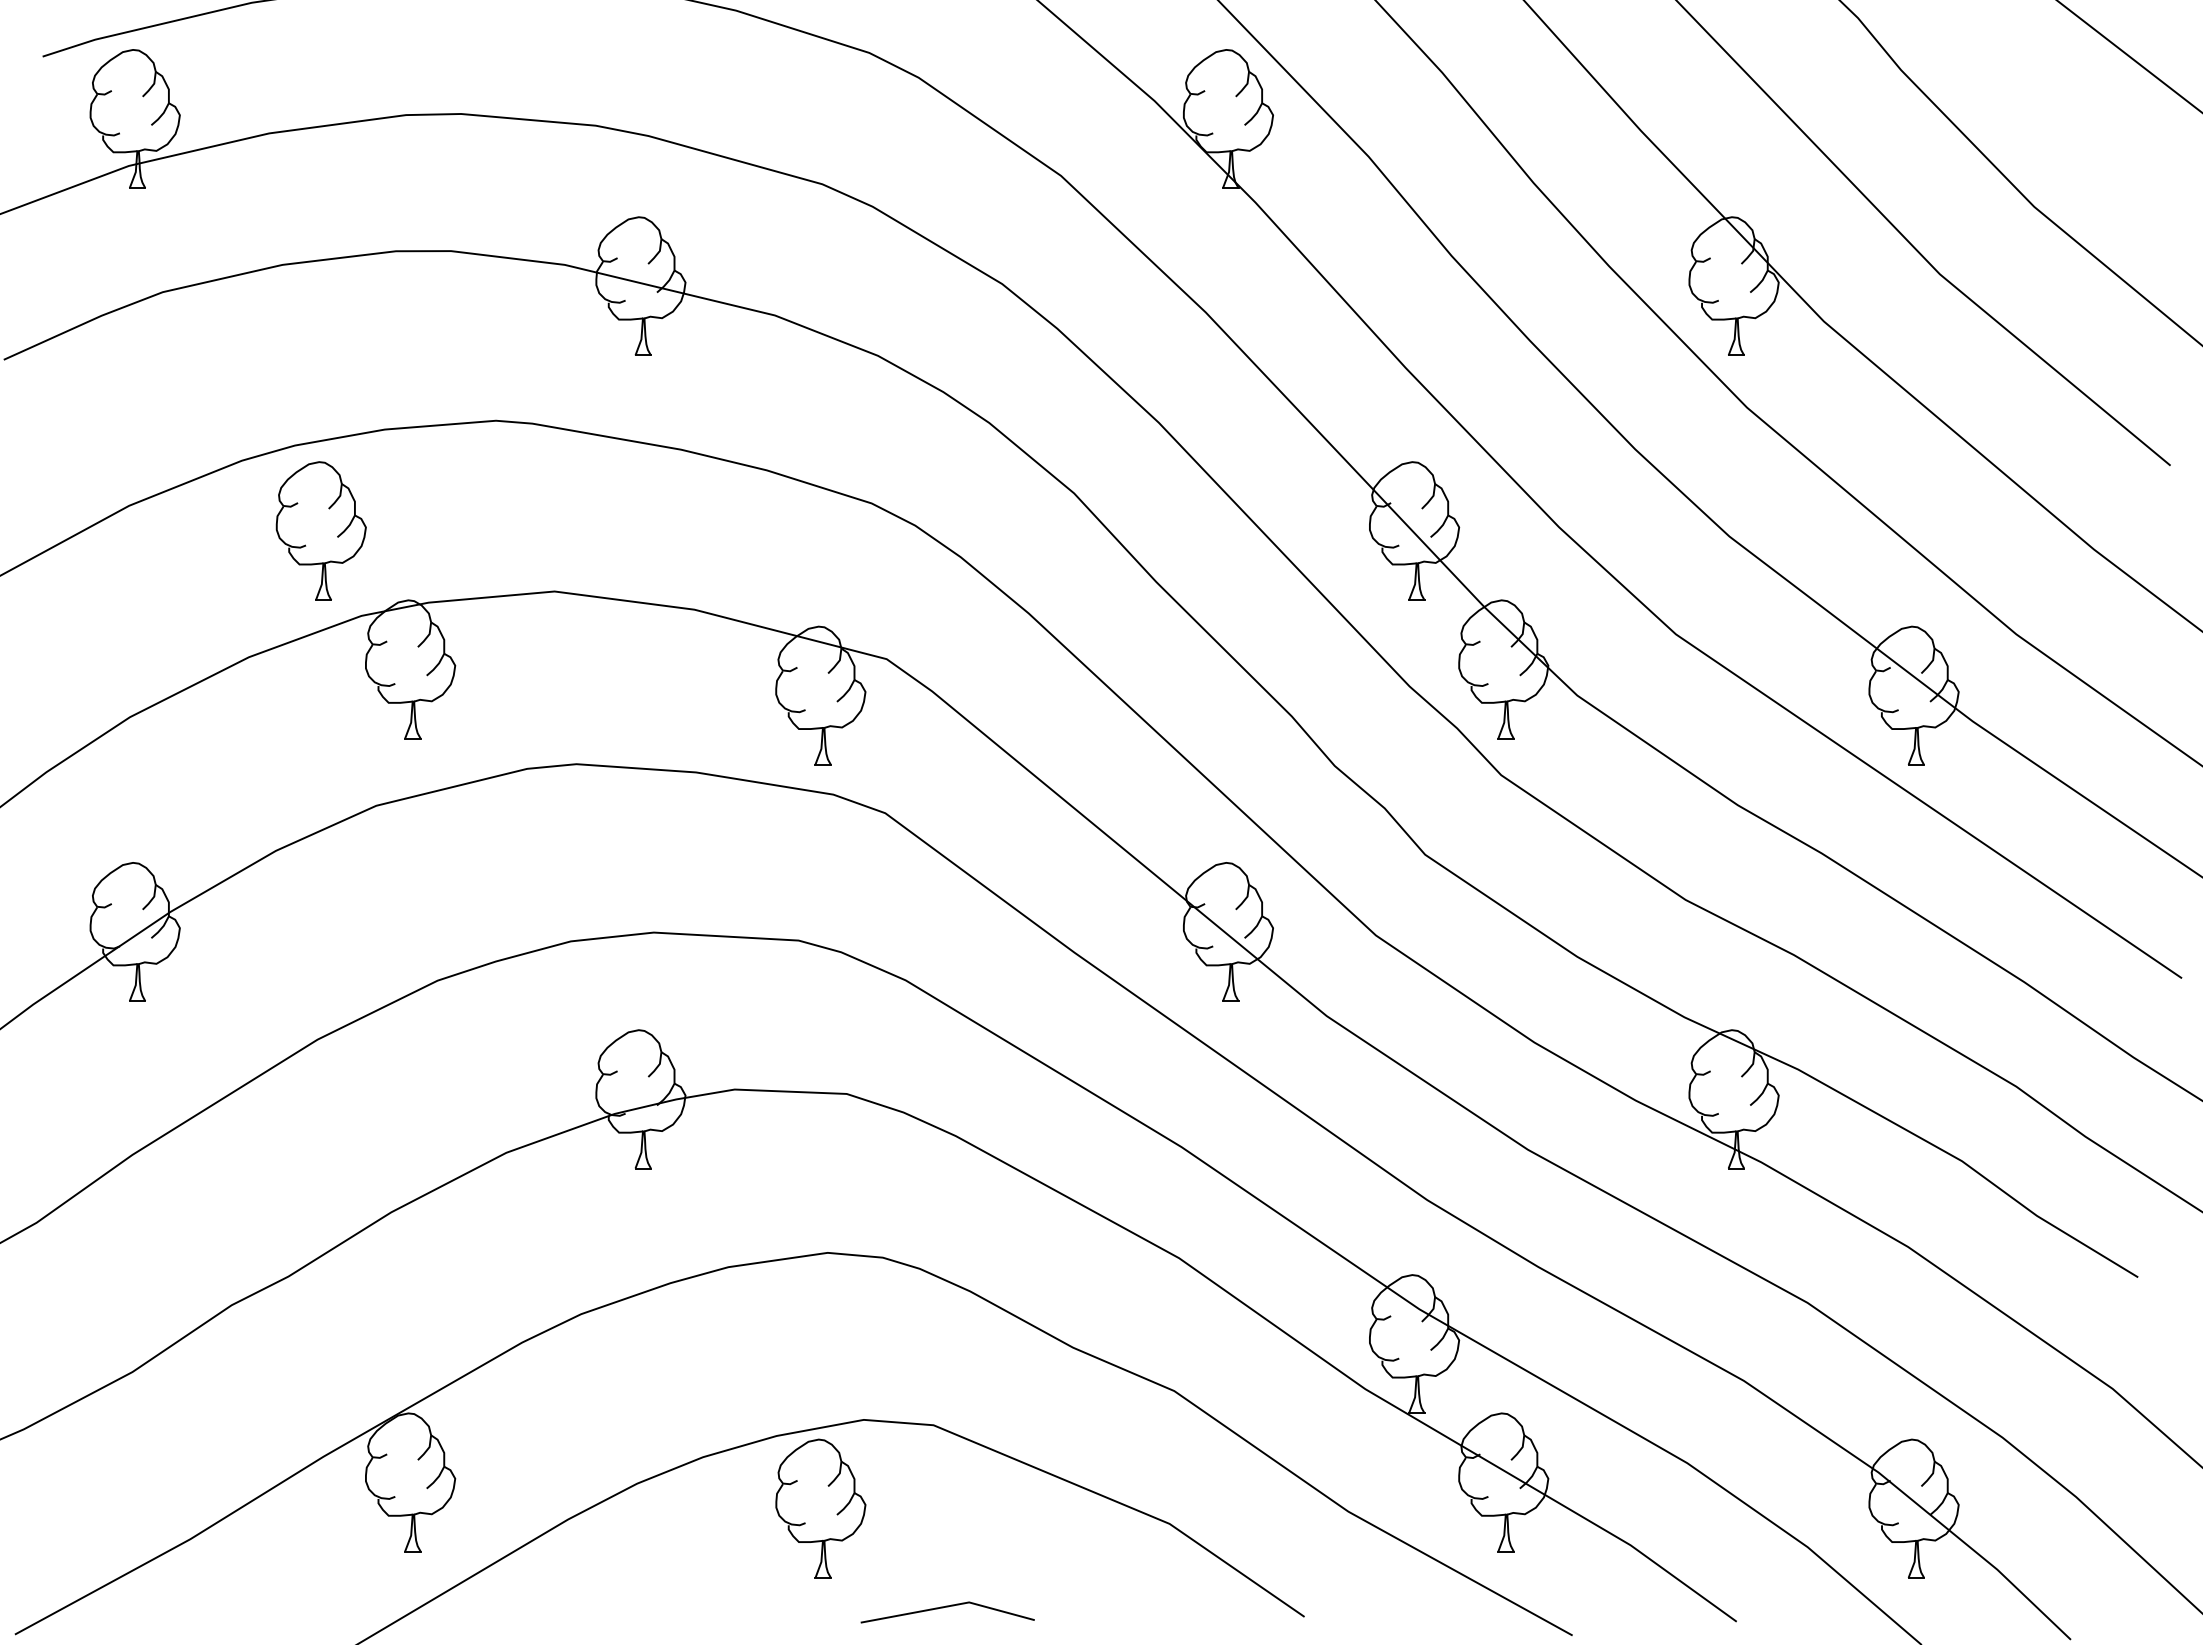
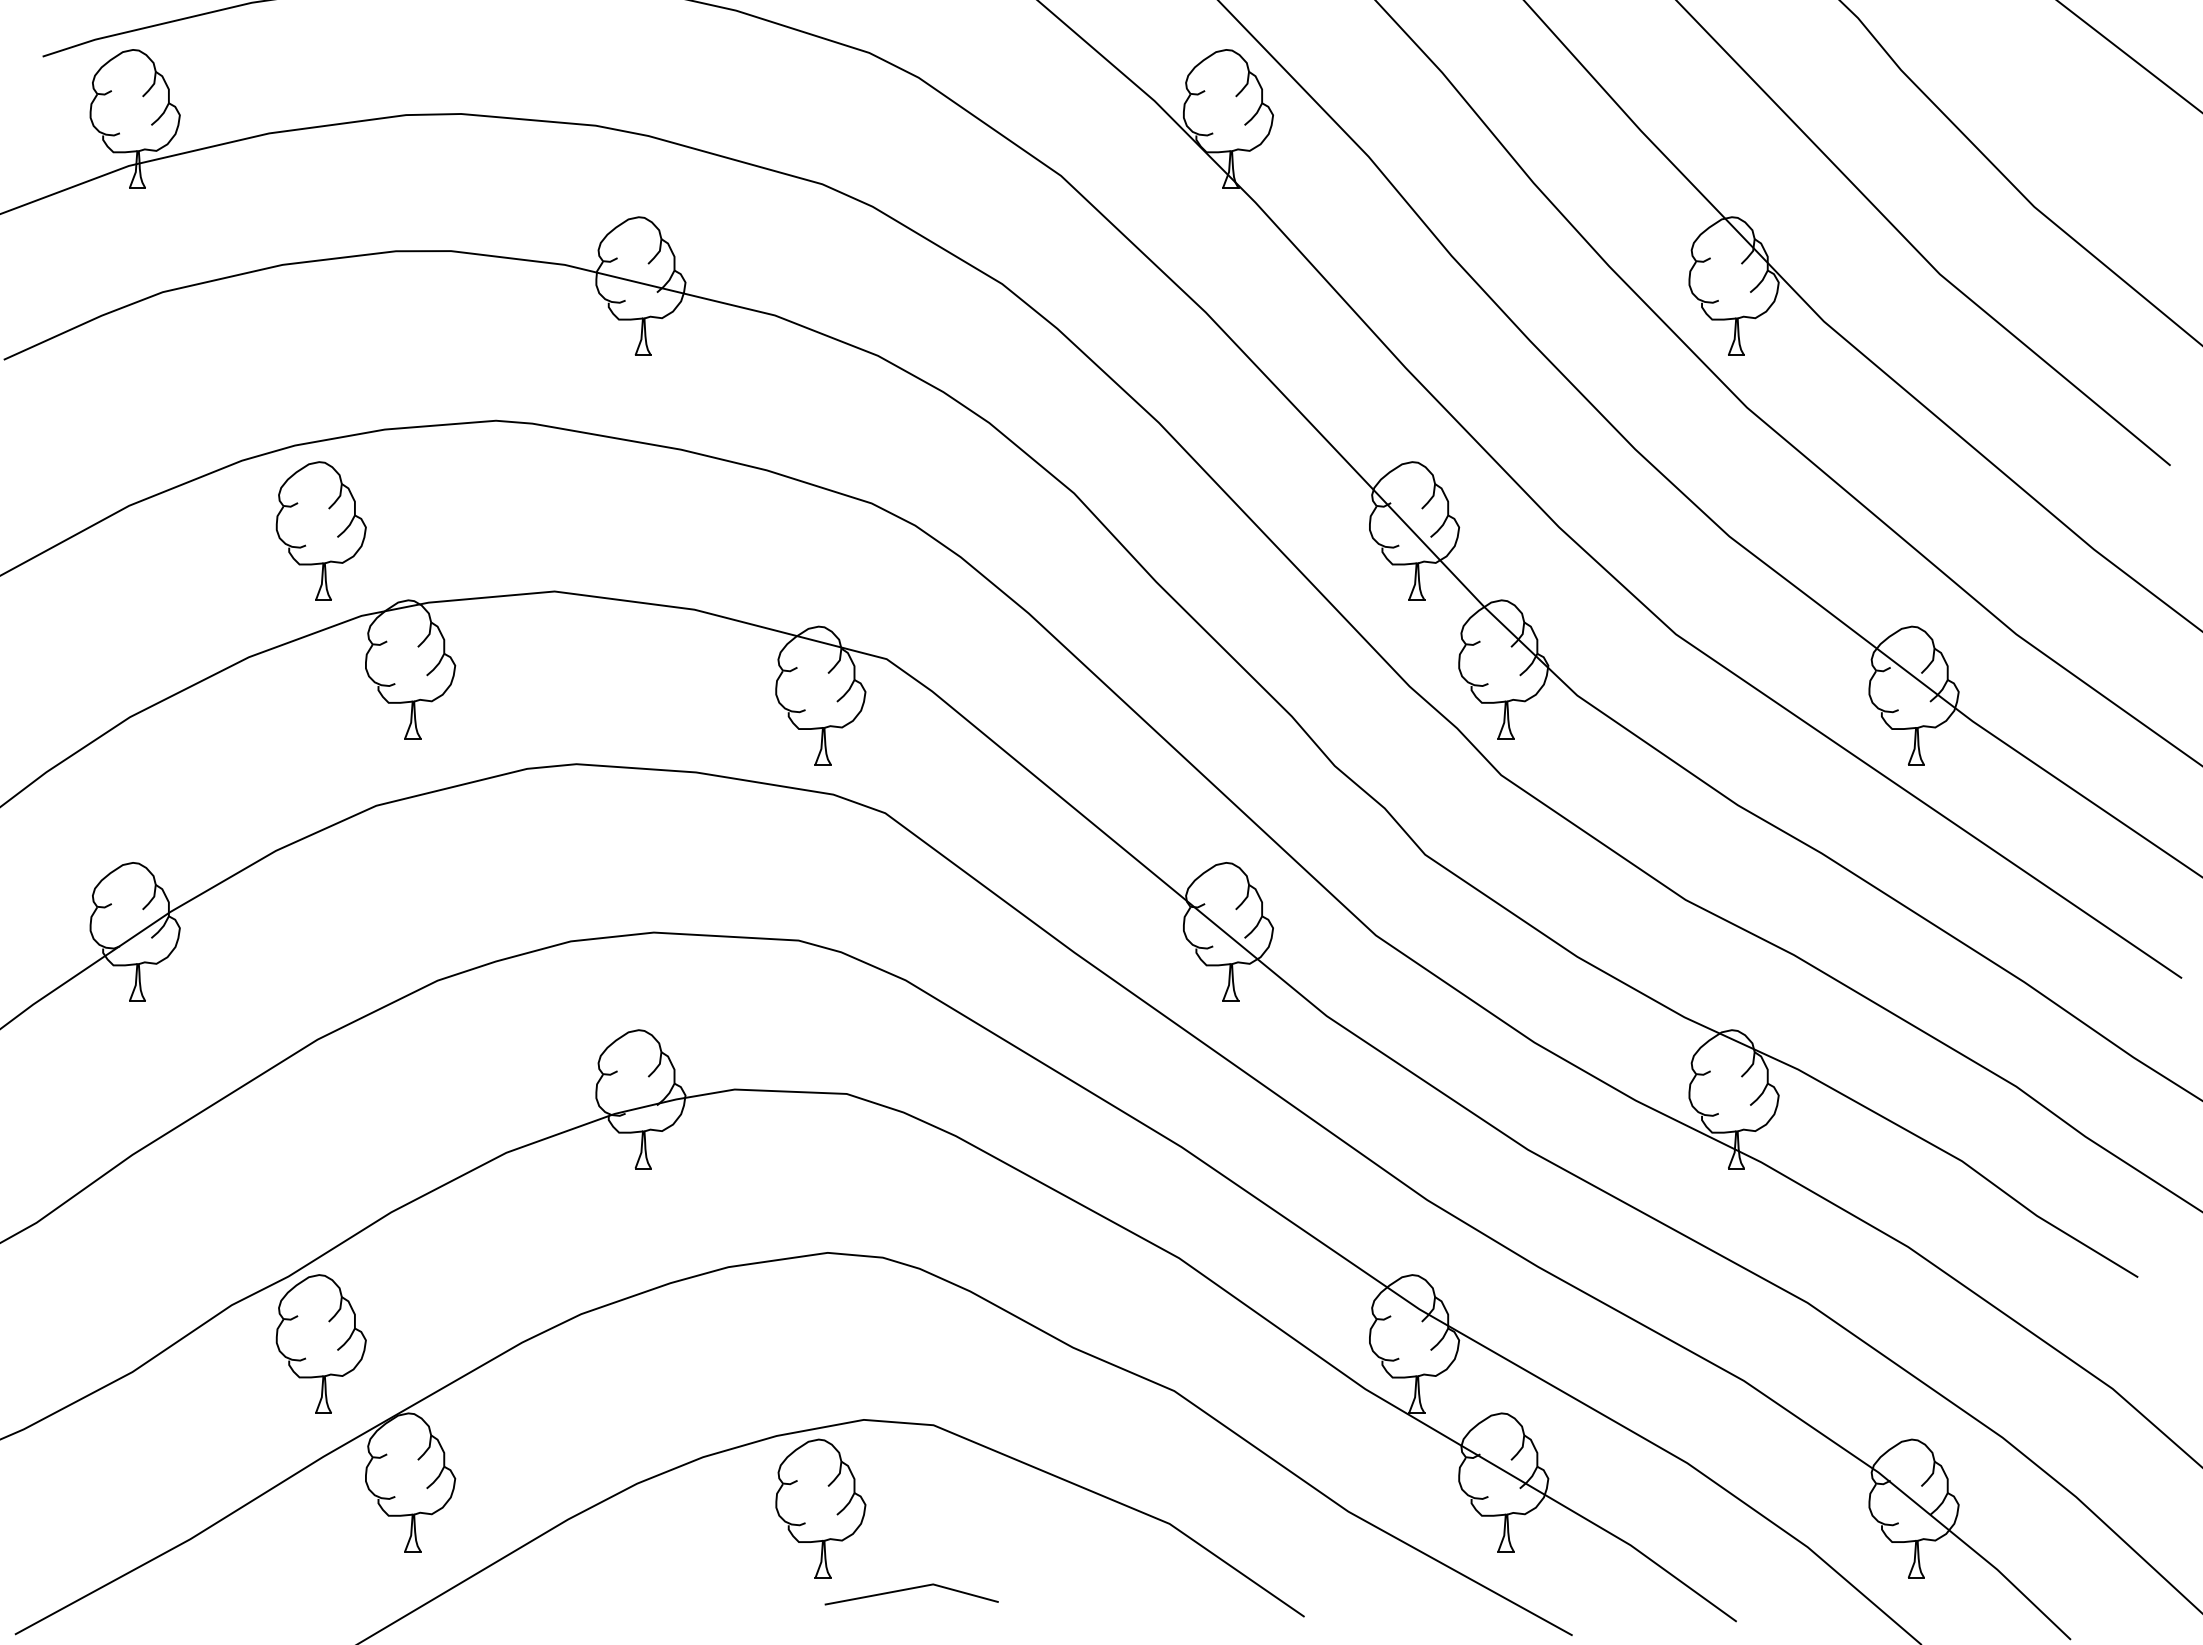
part at (320, 1343): none -> present
line at (947, 1607) position: (947, 1607) -> (911, 1589)
